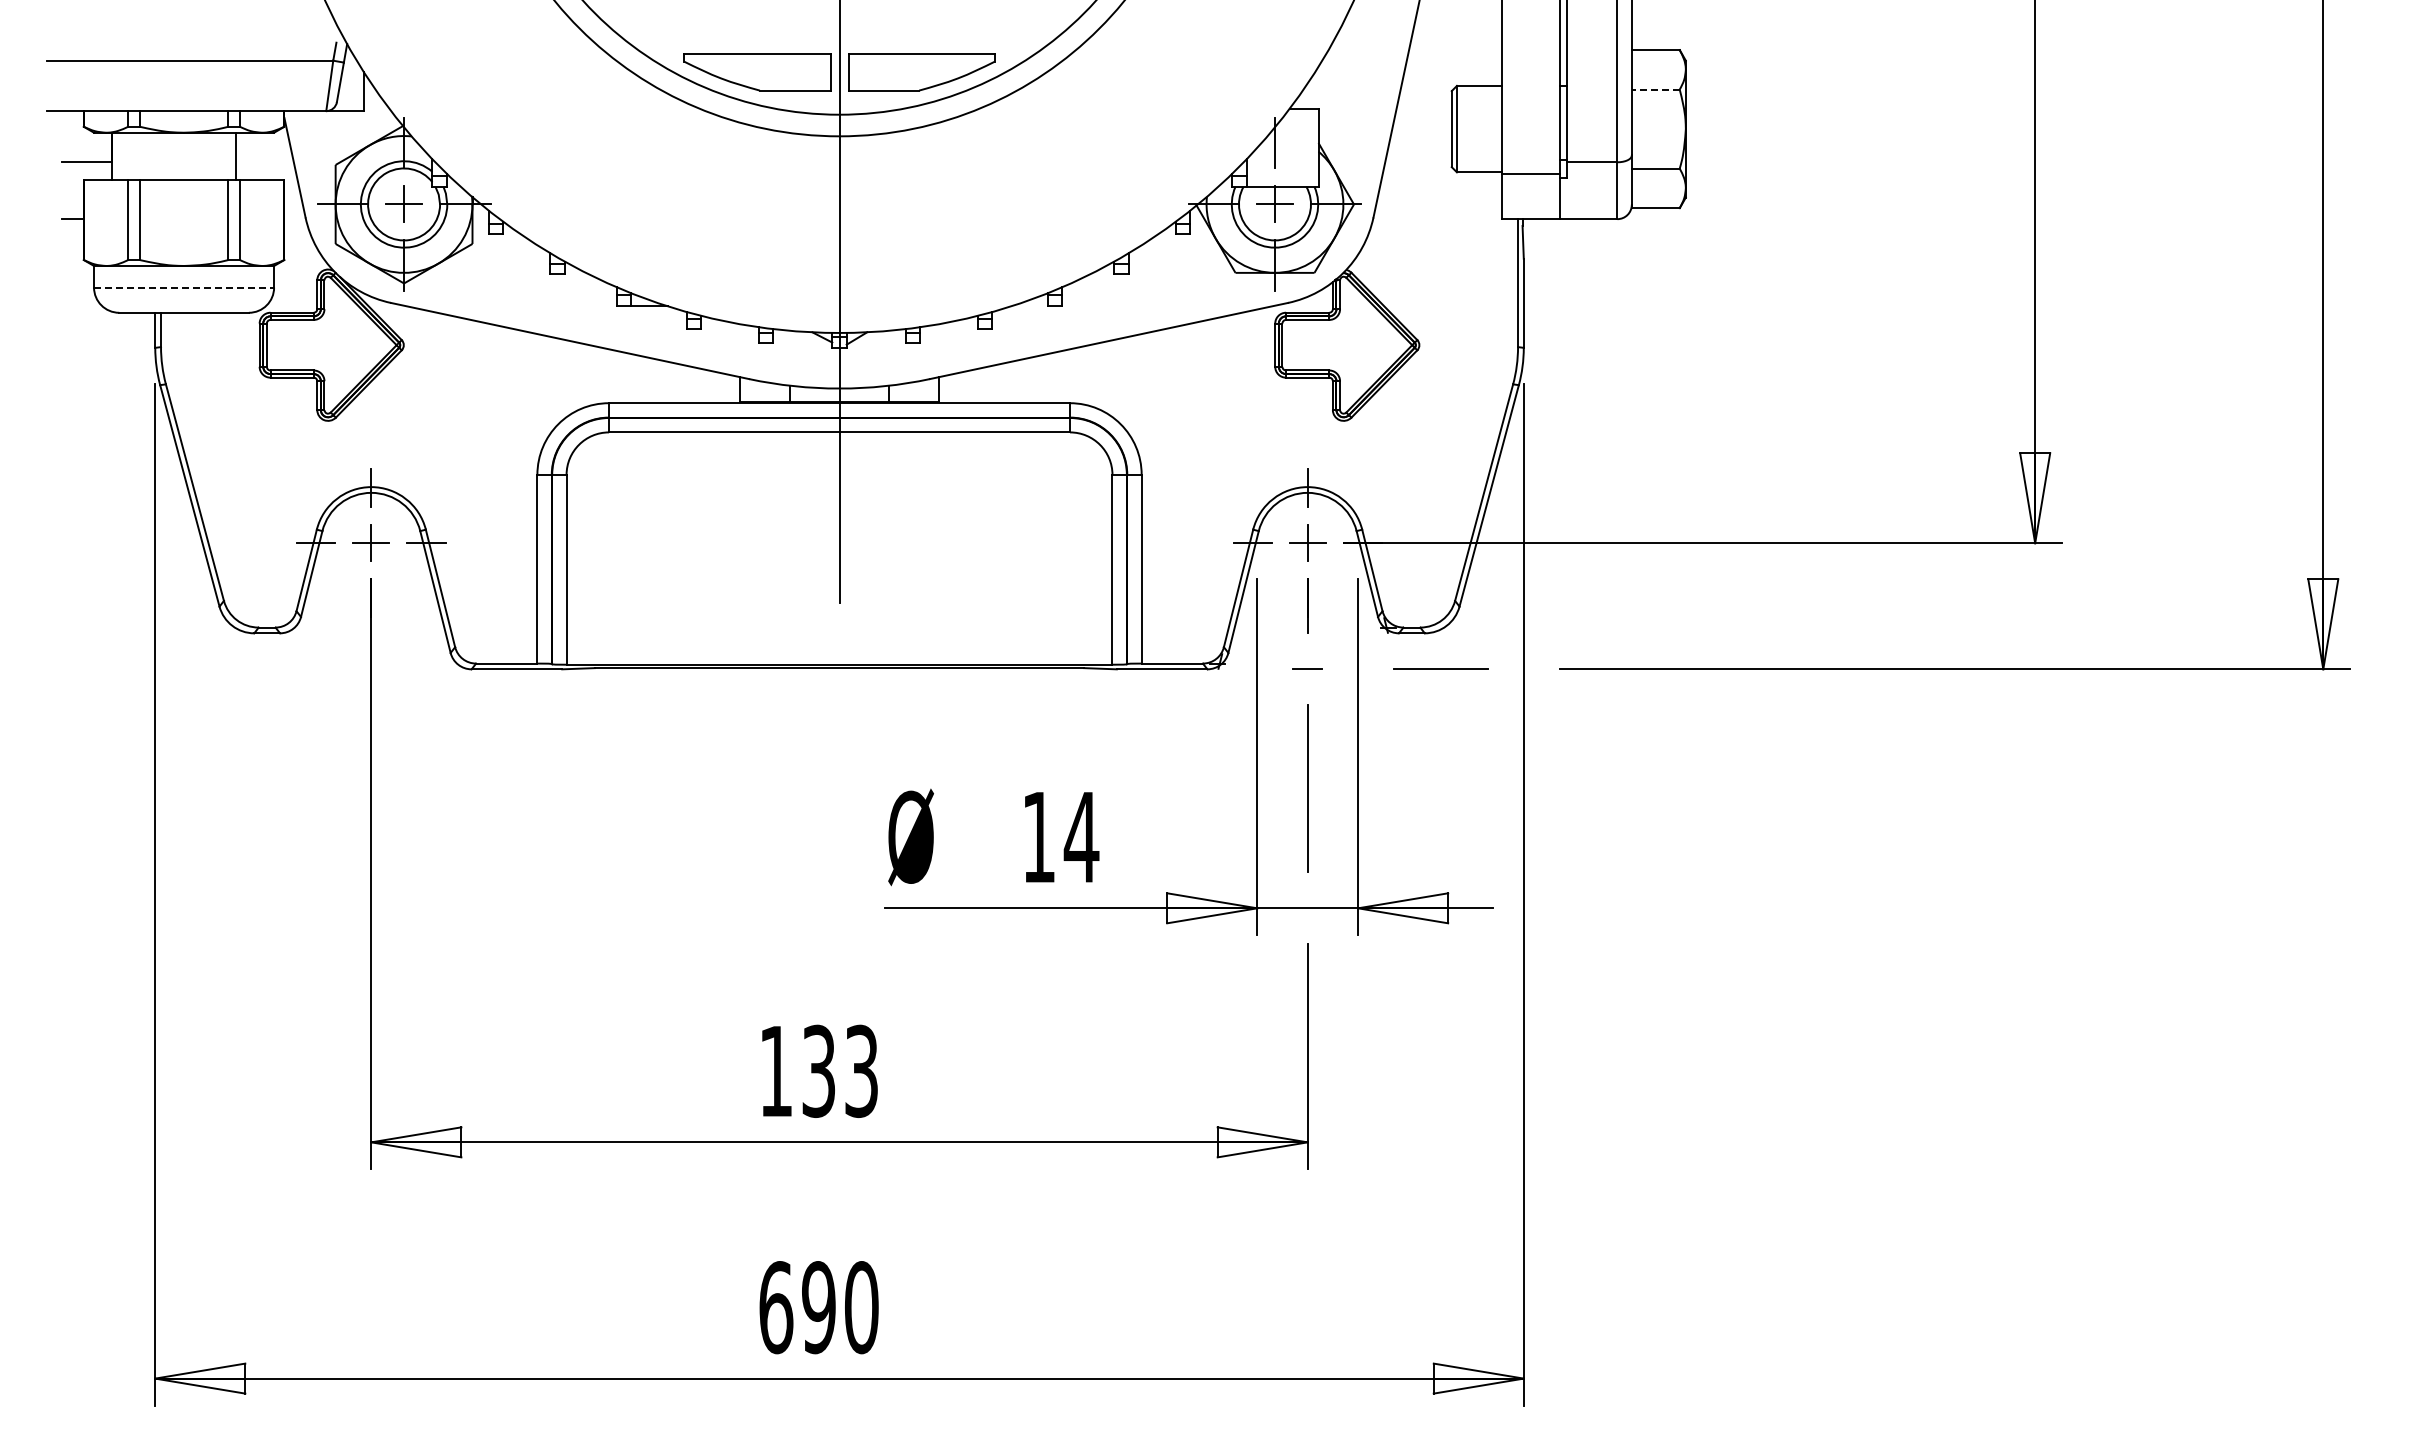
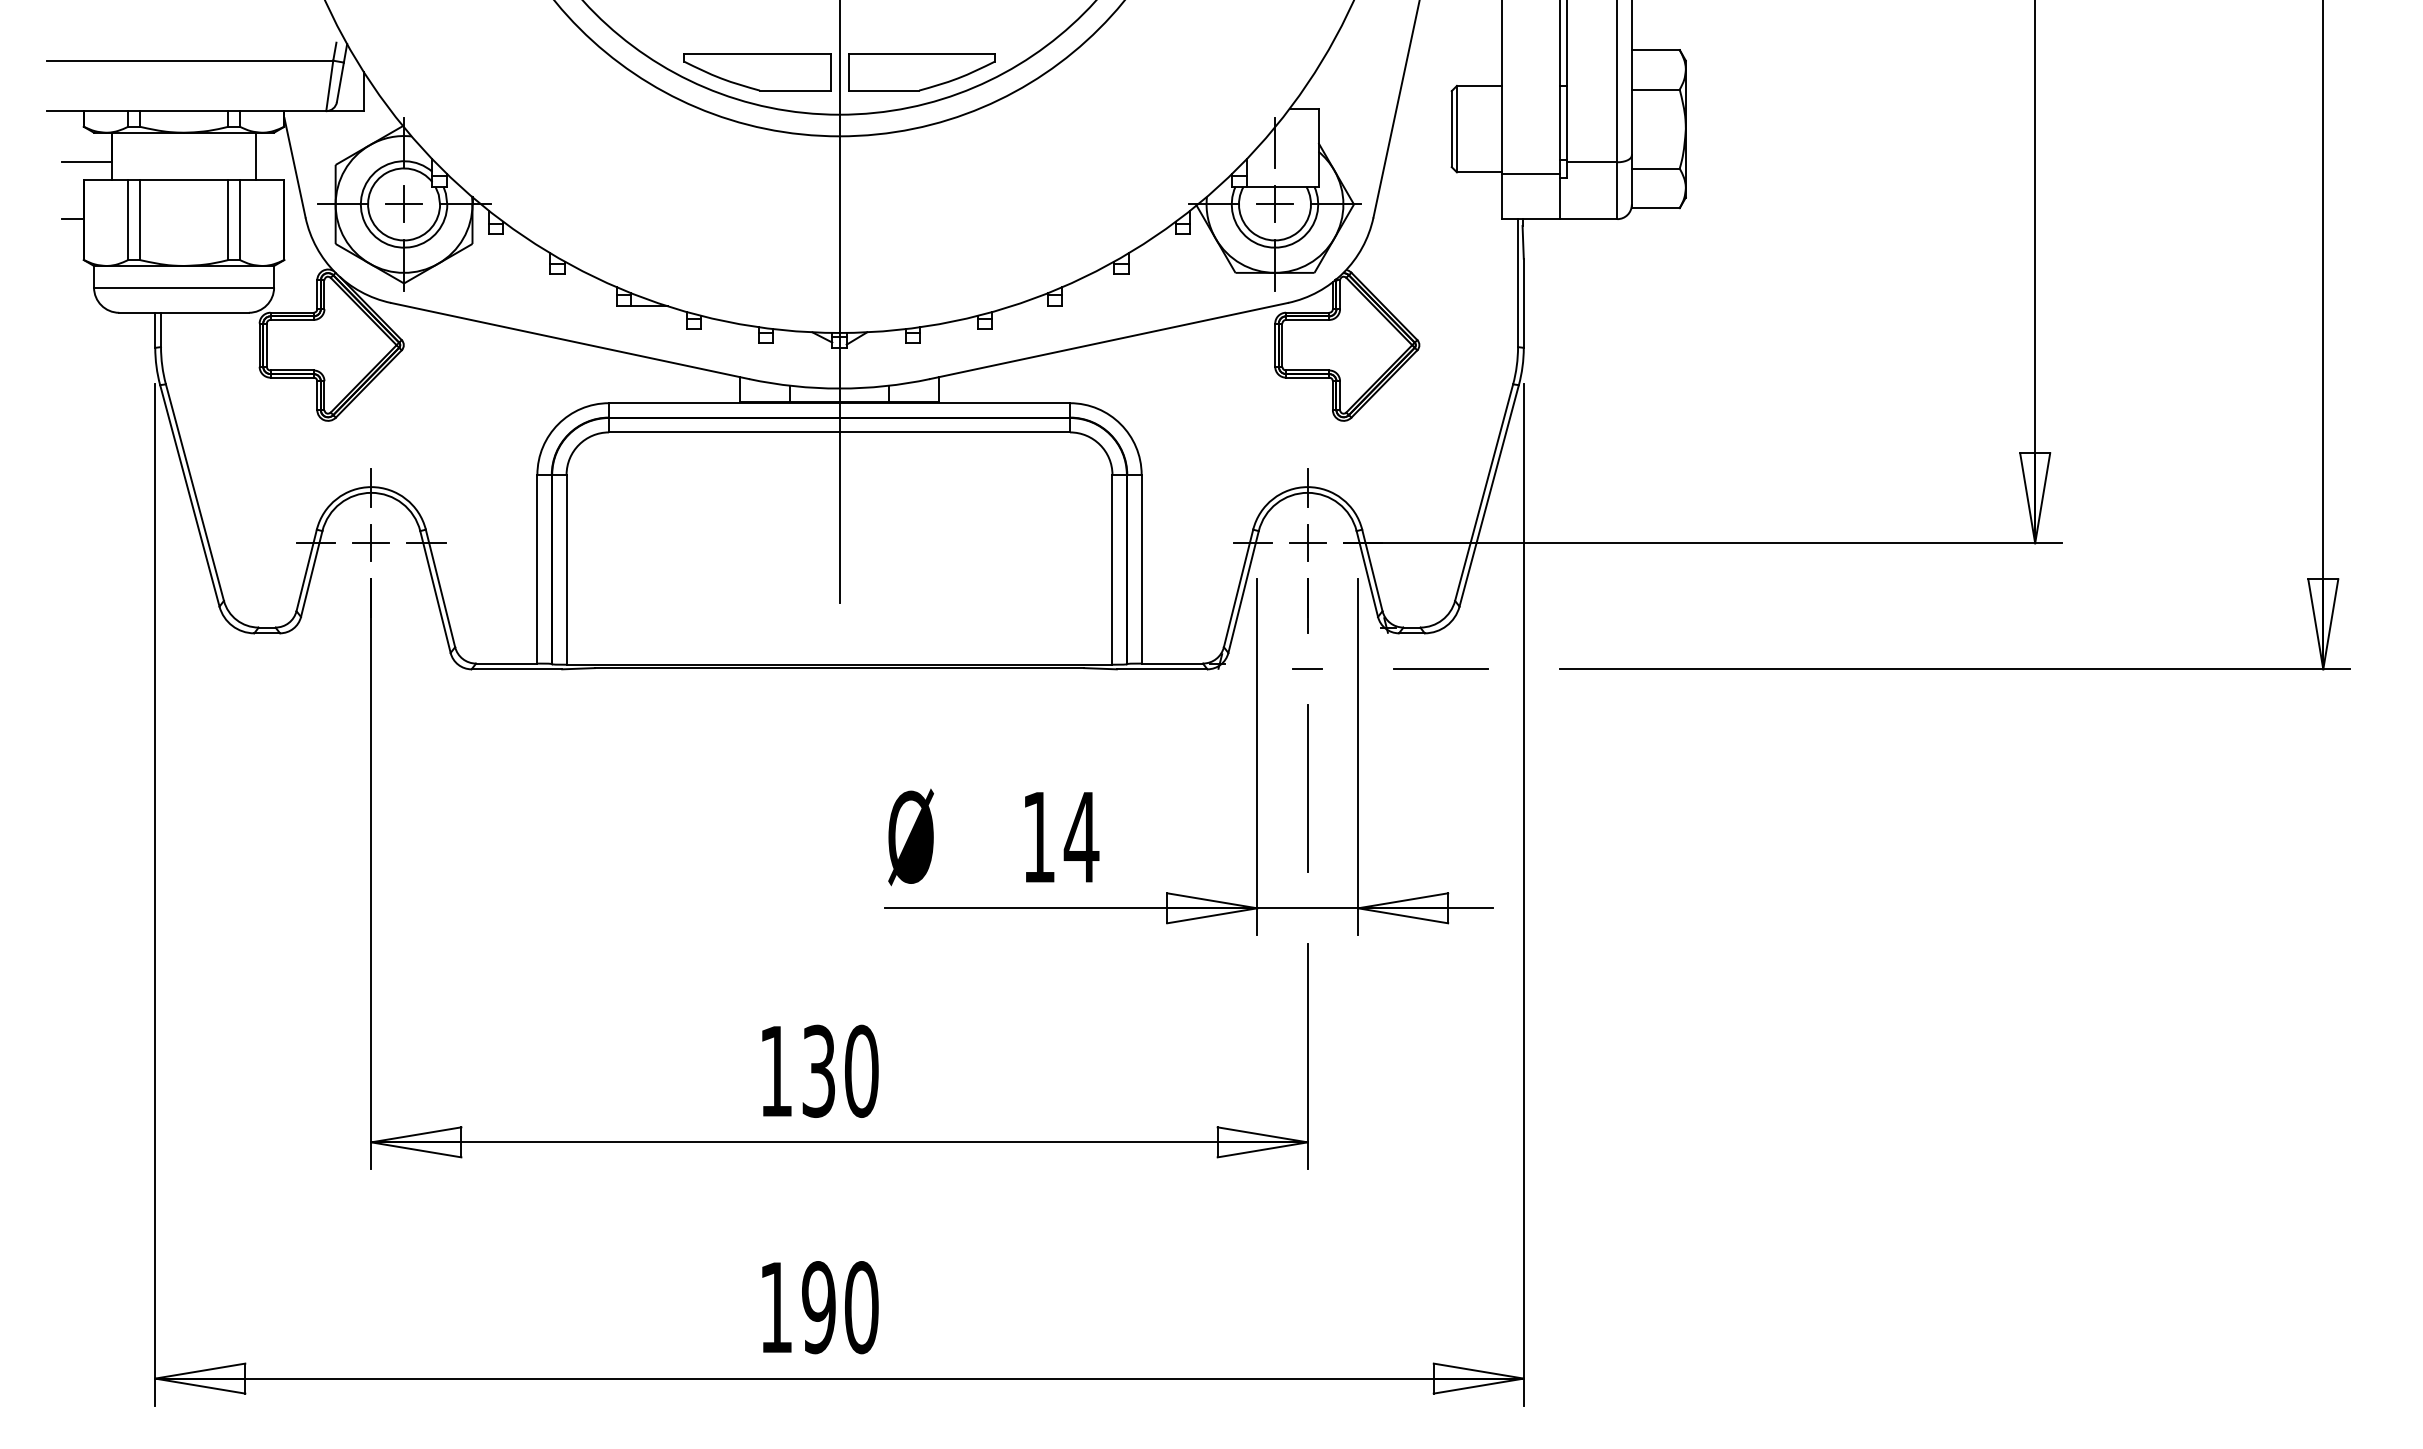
line at (1655, 89): dashed -> solid
line at (236, 155) position: (236, 155) -> (256, 155)
line at (184, 287): dashed -> solid
text at (861, 1070): 133 -> 130
text at (776, 1307): 690 -> 190
